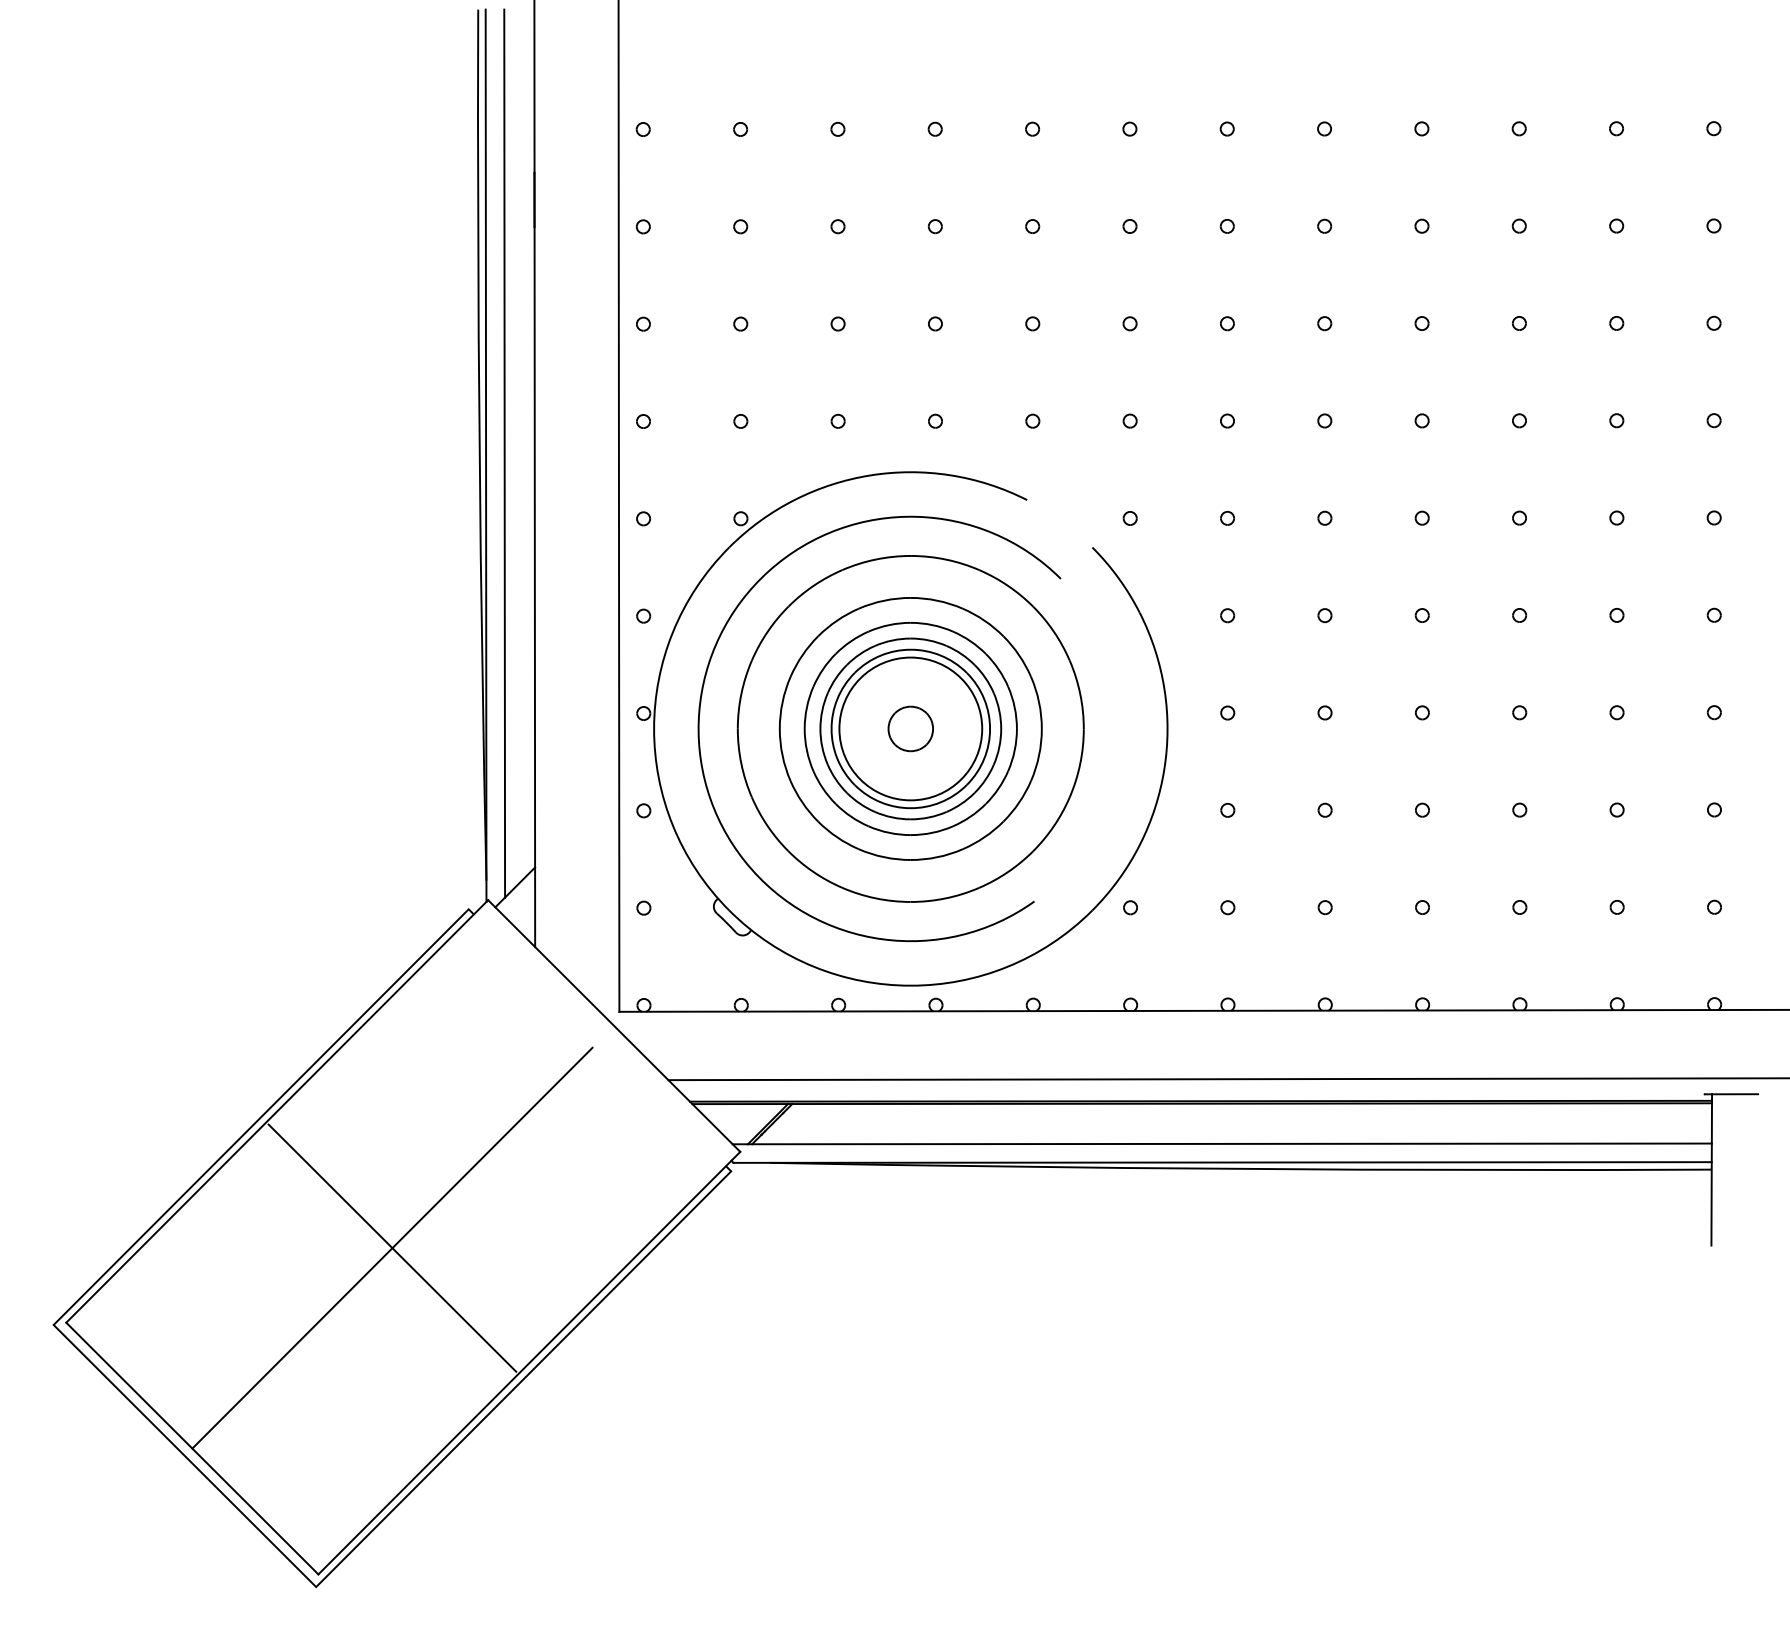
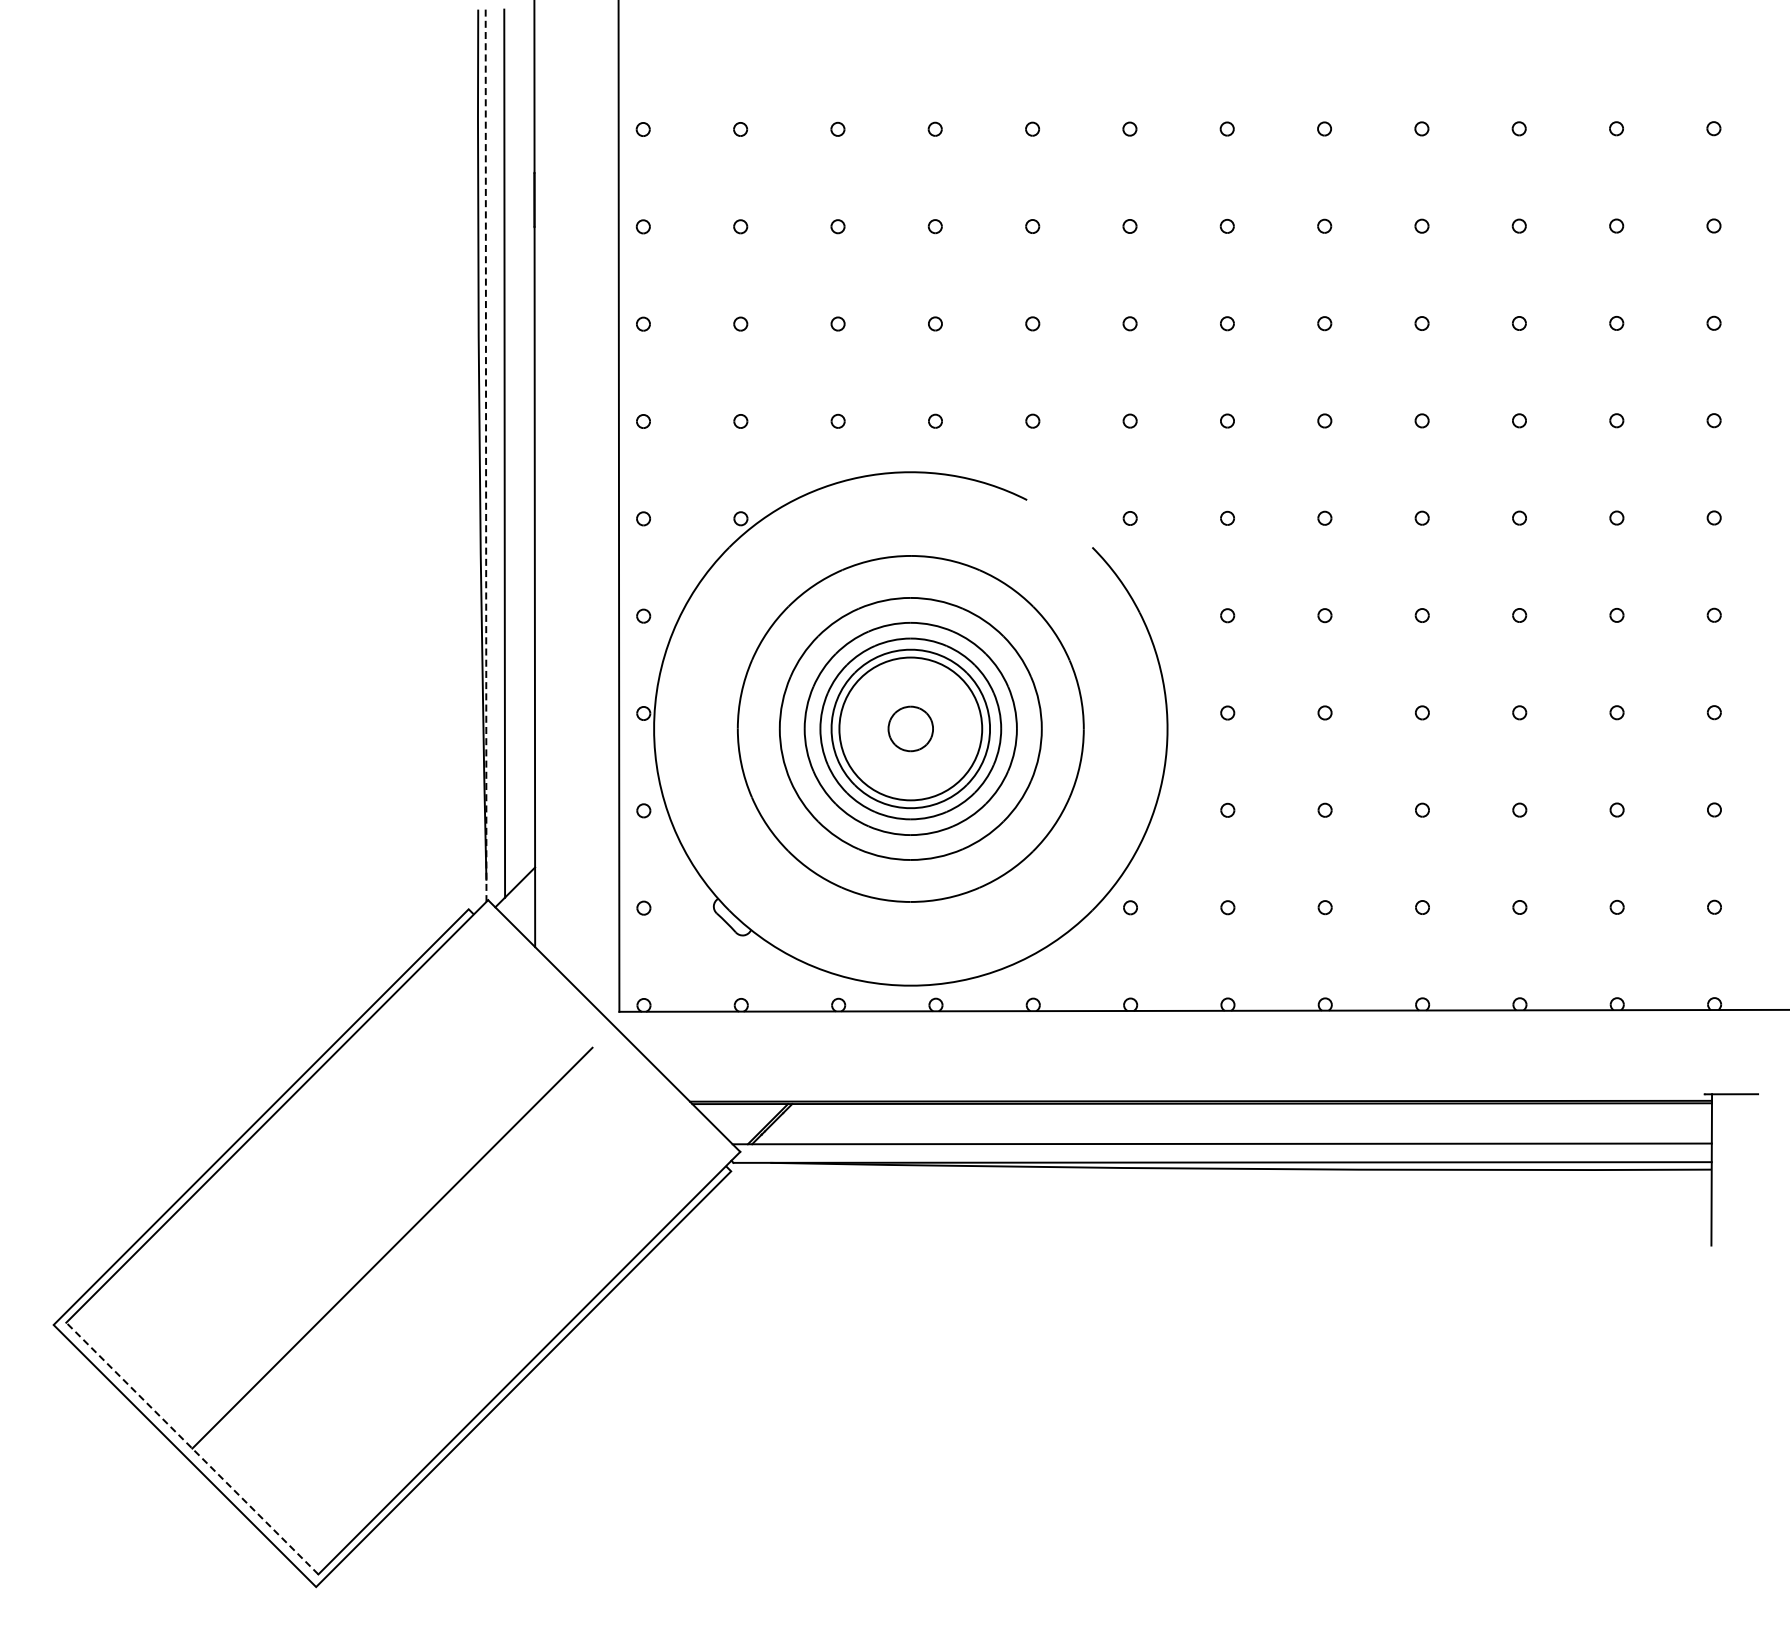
line at (486, 456): solid -> dashed
arc at (700, 713): present -> none
line at (1227, 1079): present -> none
line at (392, 1247): present -> none
line at (192, 1448): solid -> dashed
